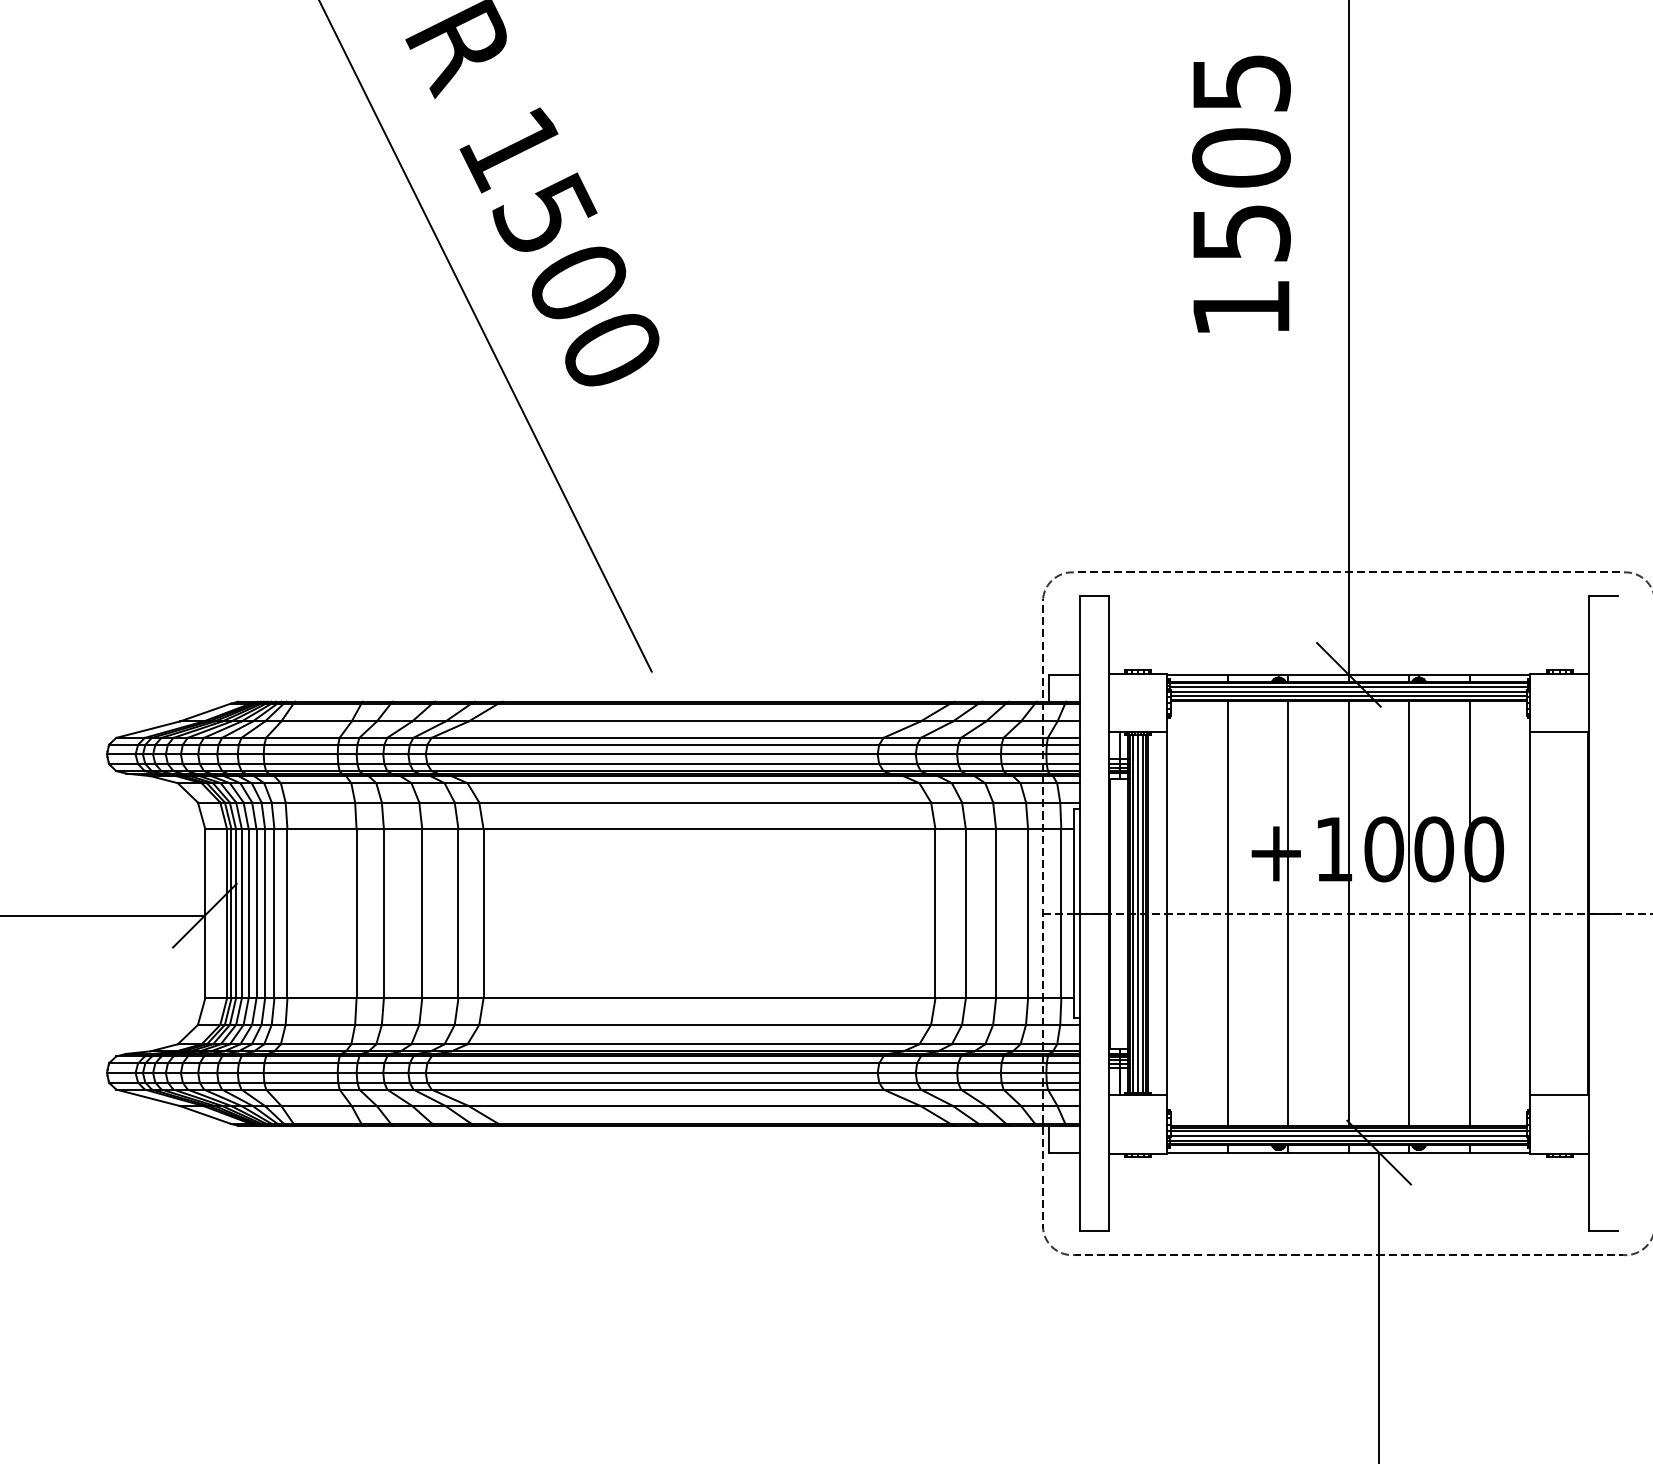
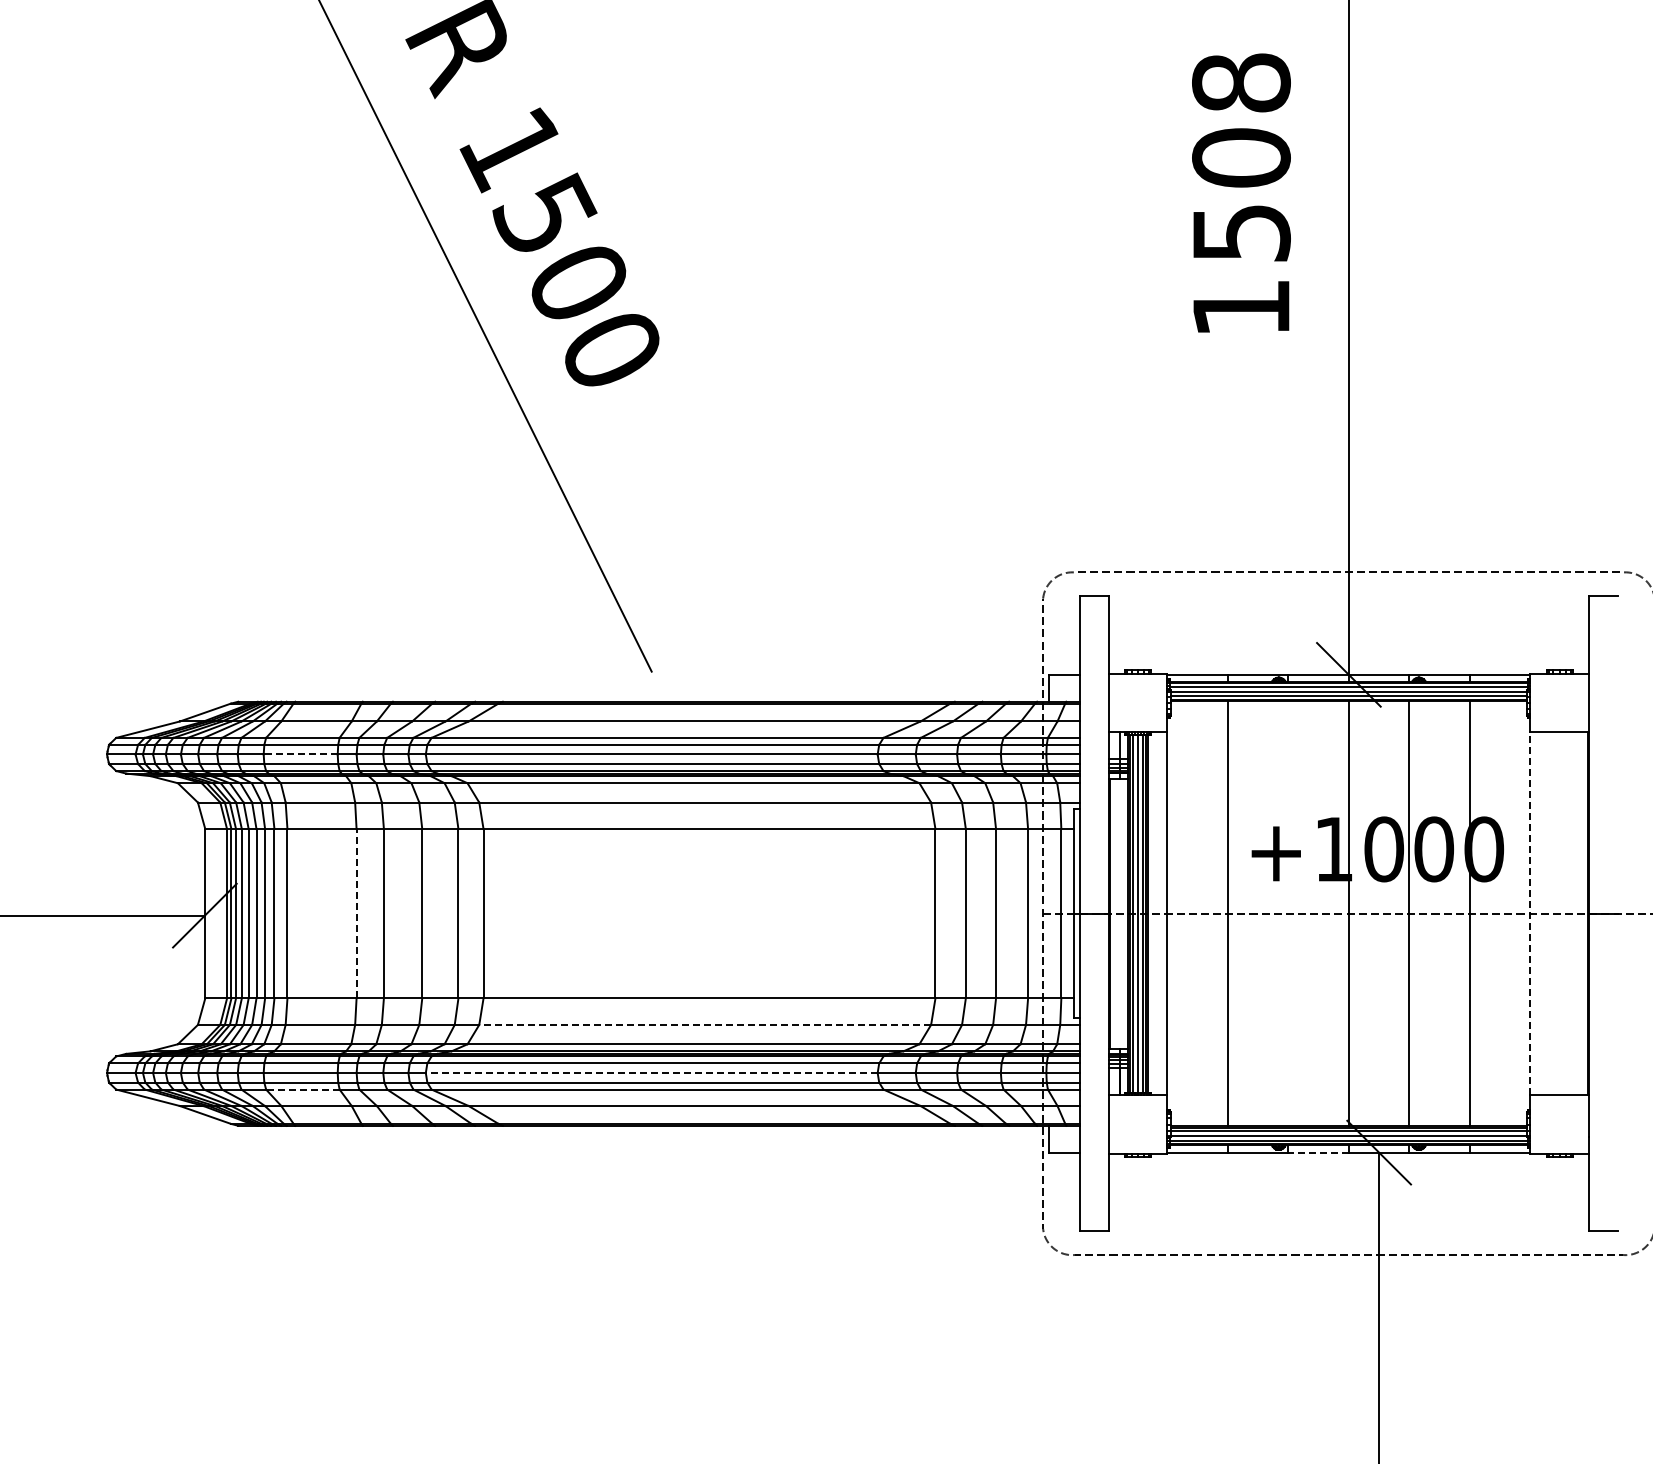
text at (1241, 82): 1505 -> 1508
line at (300, 754): solid -> dashed
line at (356, 913): solid -> dashed
line at (1288, 913): present -> none
line at (1530, 913): solid -> dashed
line at (705, 1024): solid -> dashed
line at (651, 1073): solid -> dashed
line at (302, 1089): solid -> dashed
line at (1318, 1152): solid -> dashed
